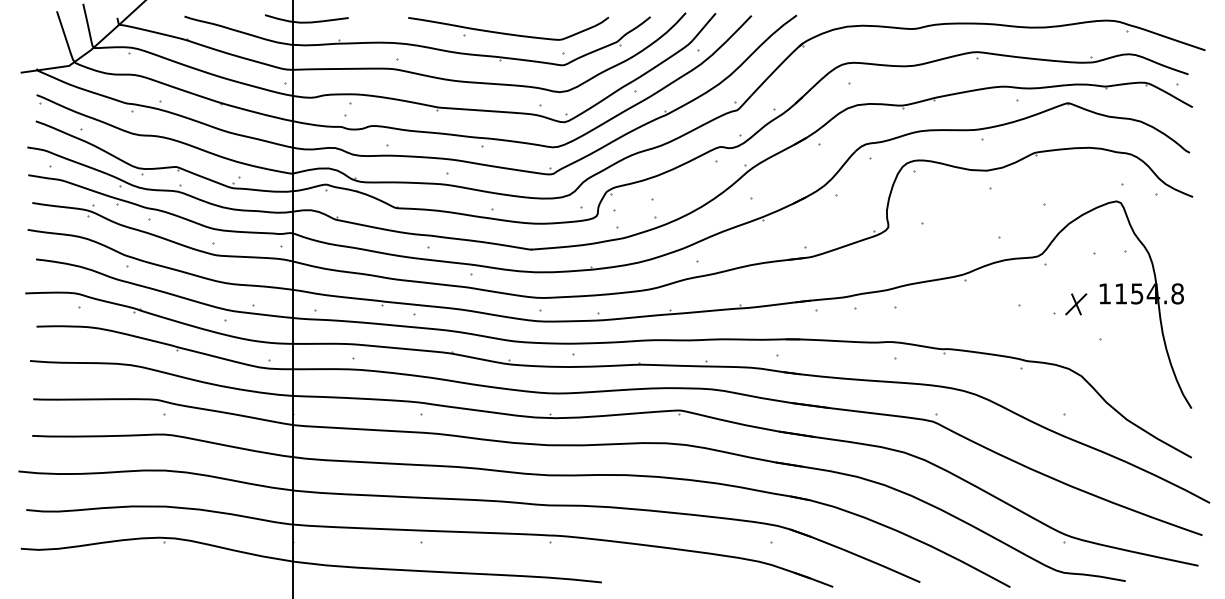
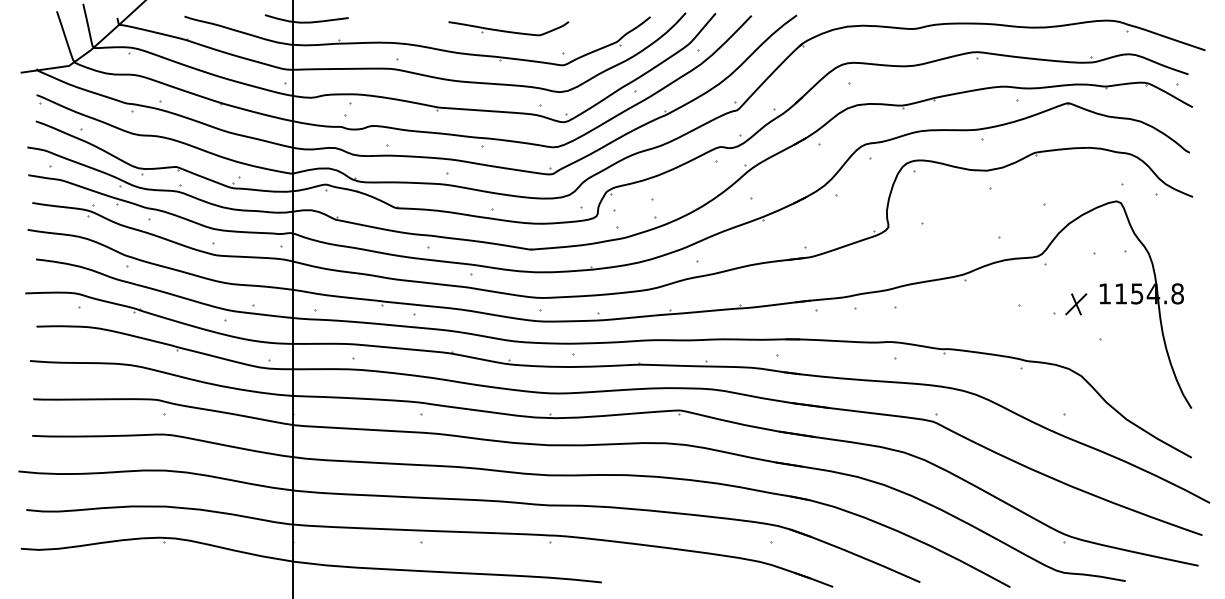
part at (508, 28) size: 202x25 px -> 122x16 px
